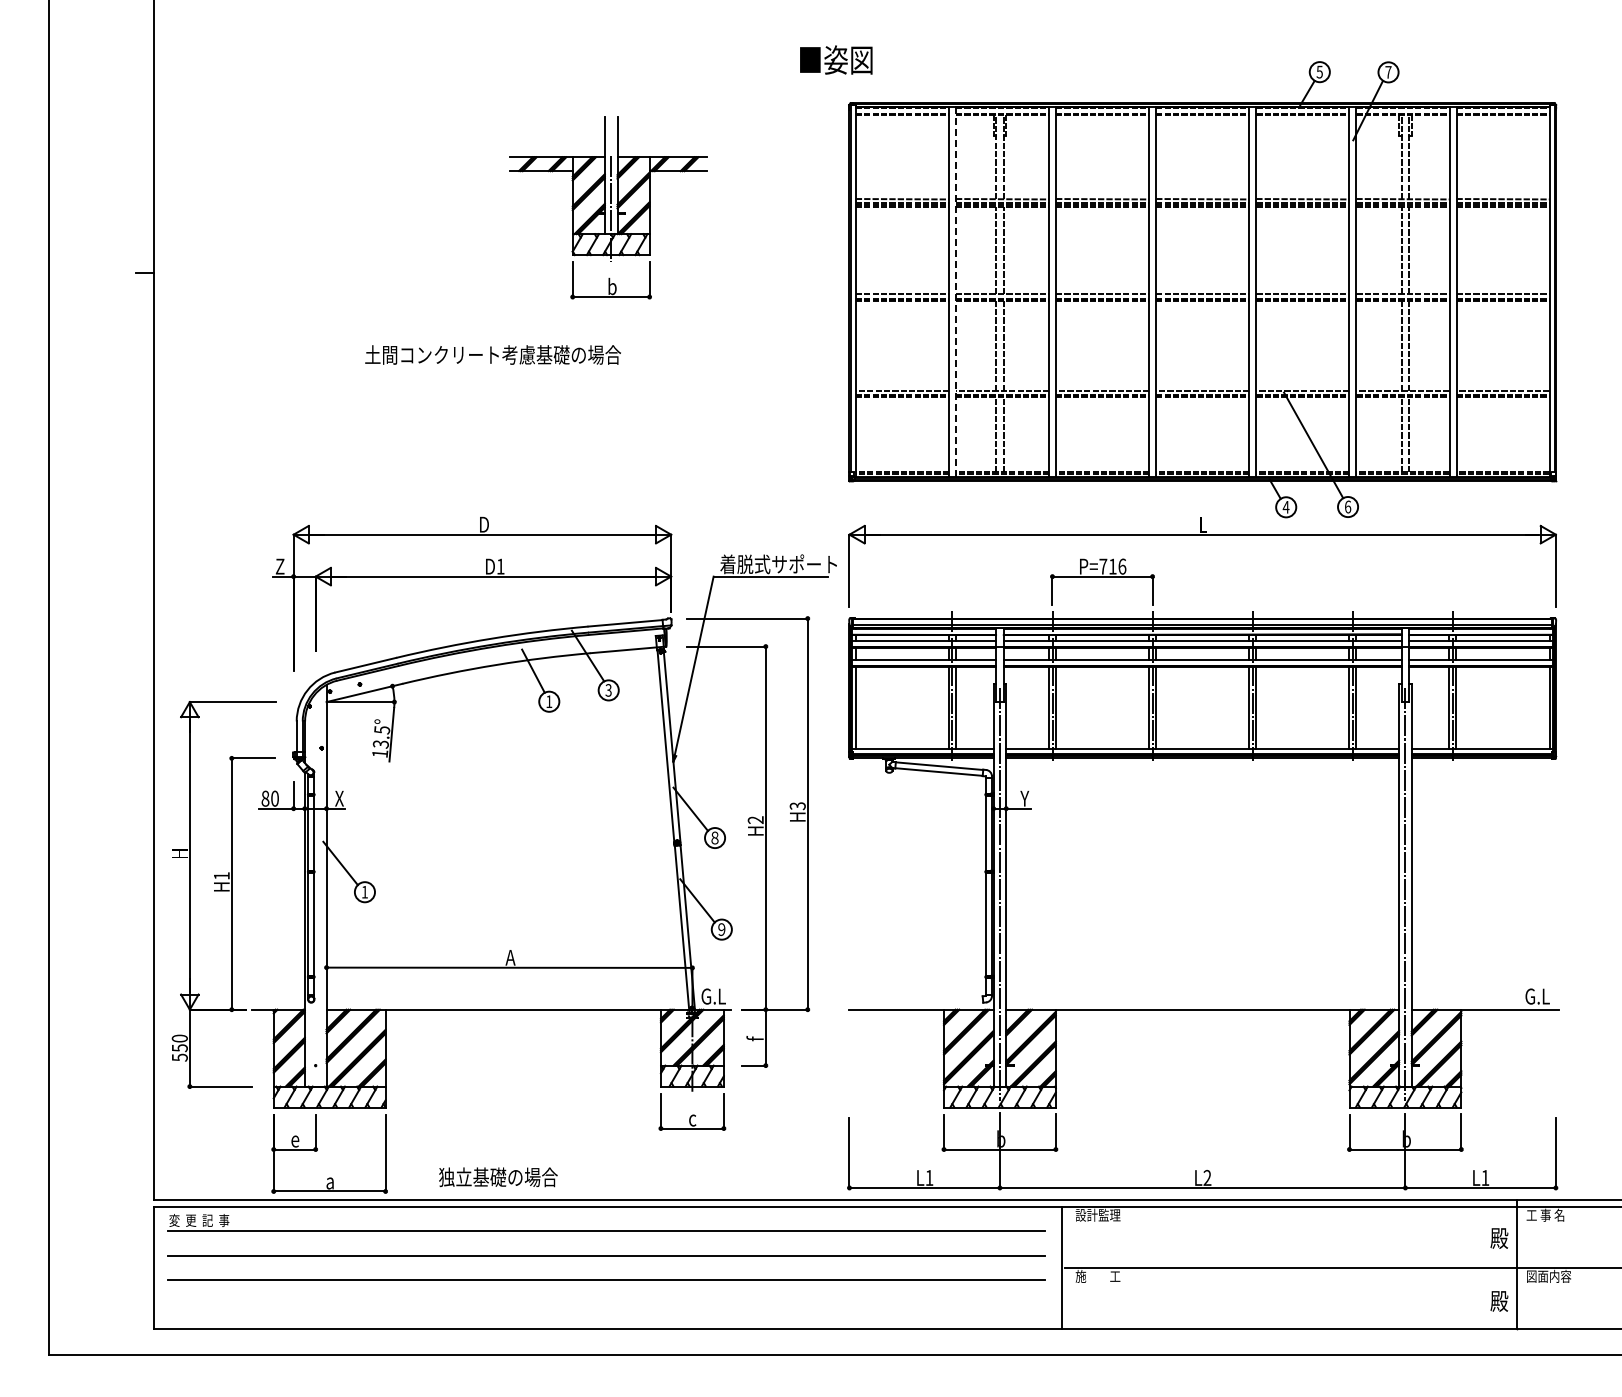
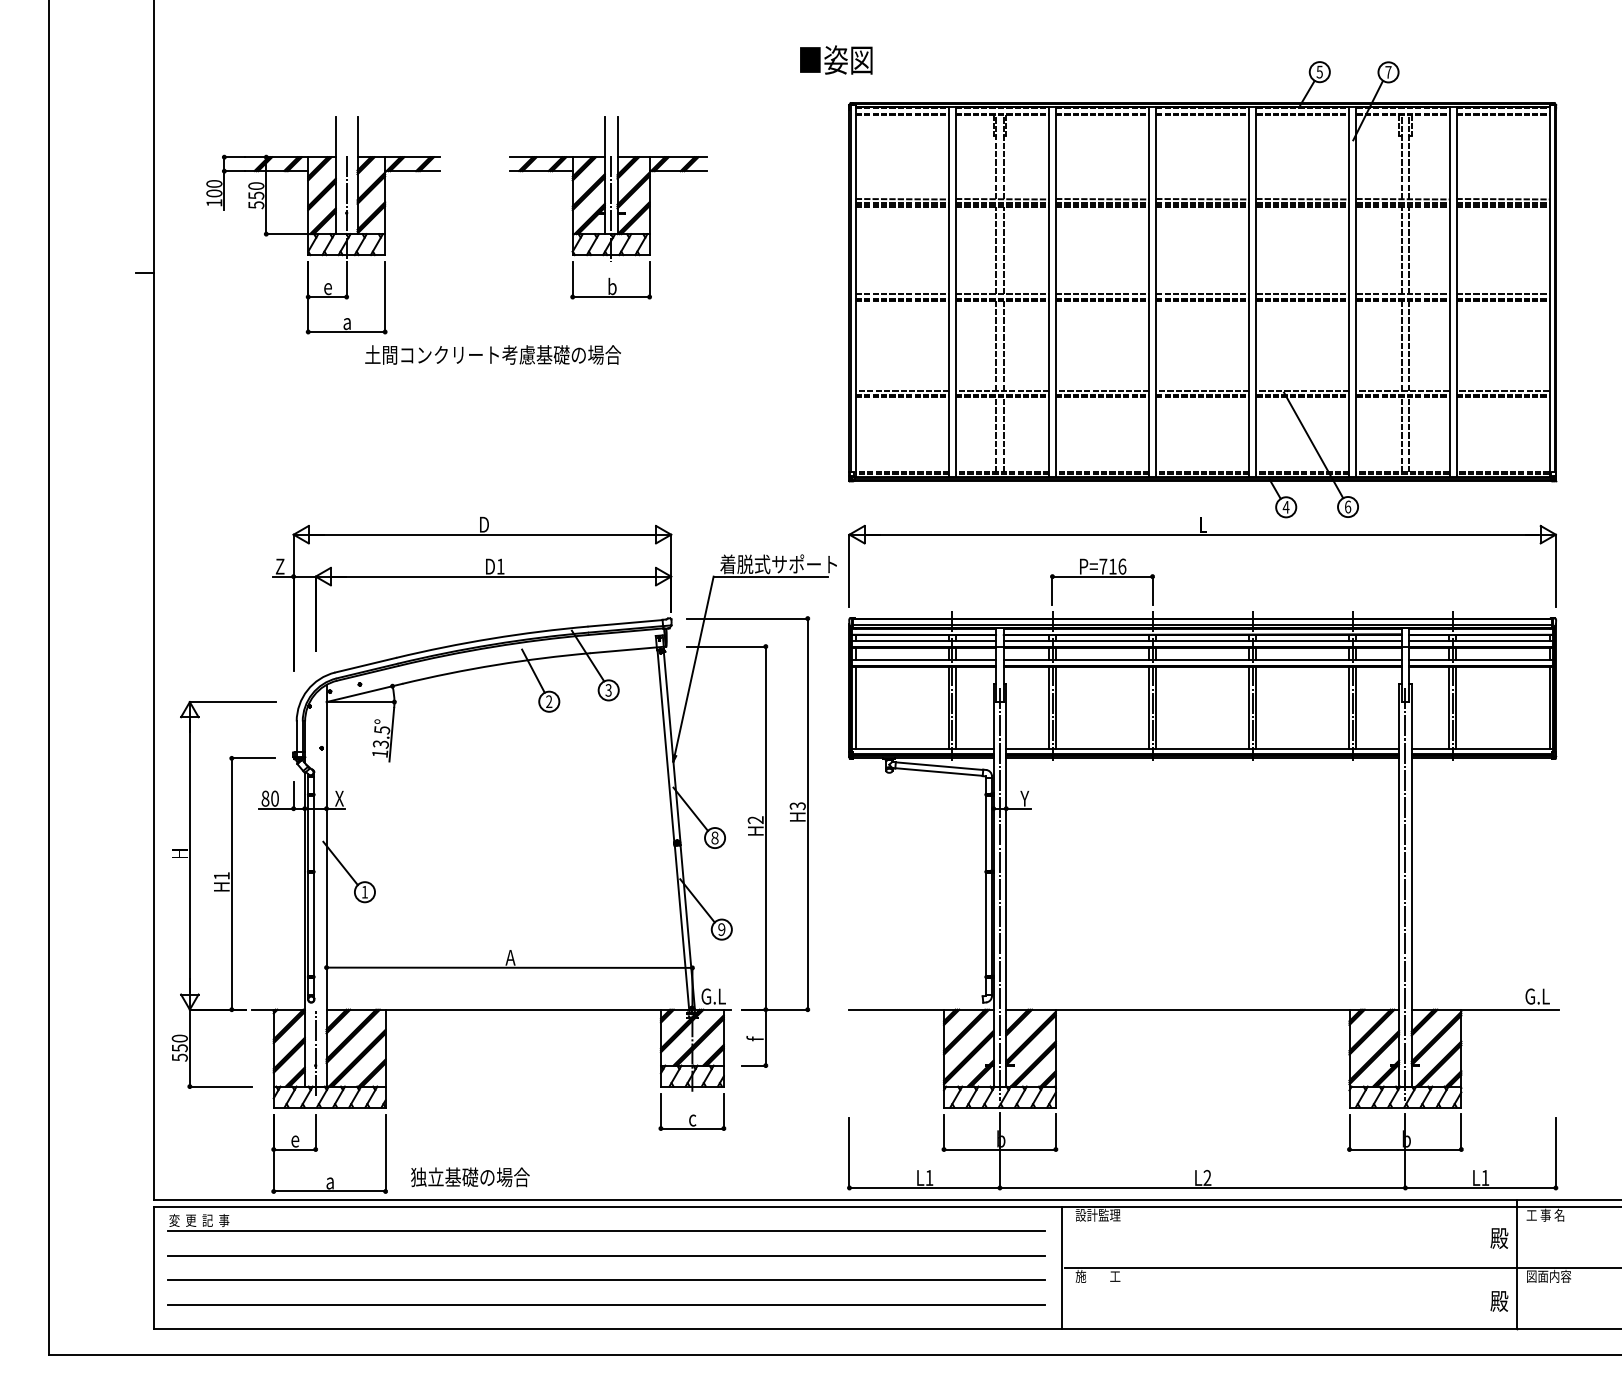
part at (323, 225): none -> present
line at (955, 291): dashed -> solid
text at (549, 701): 1 -> 2
line at (315, 1053): none -> present
text at (498, 1177) position: (498, 1177) -> (470, 1177)
line at (606, 1304): none -> present
